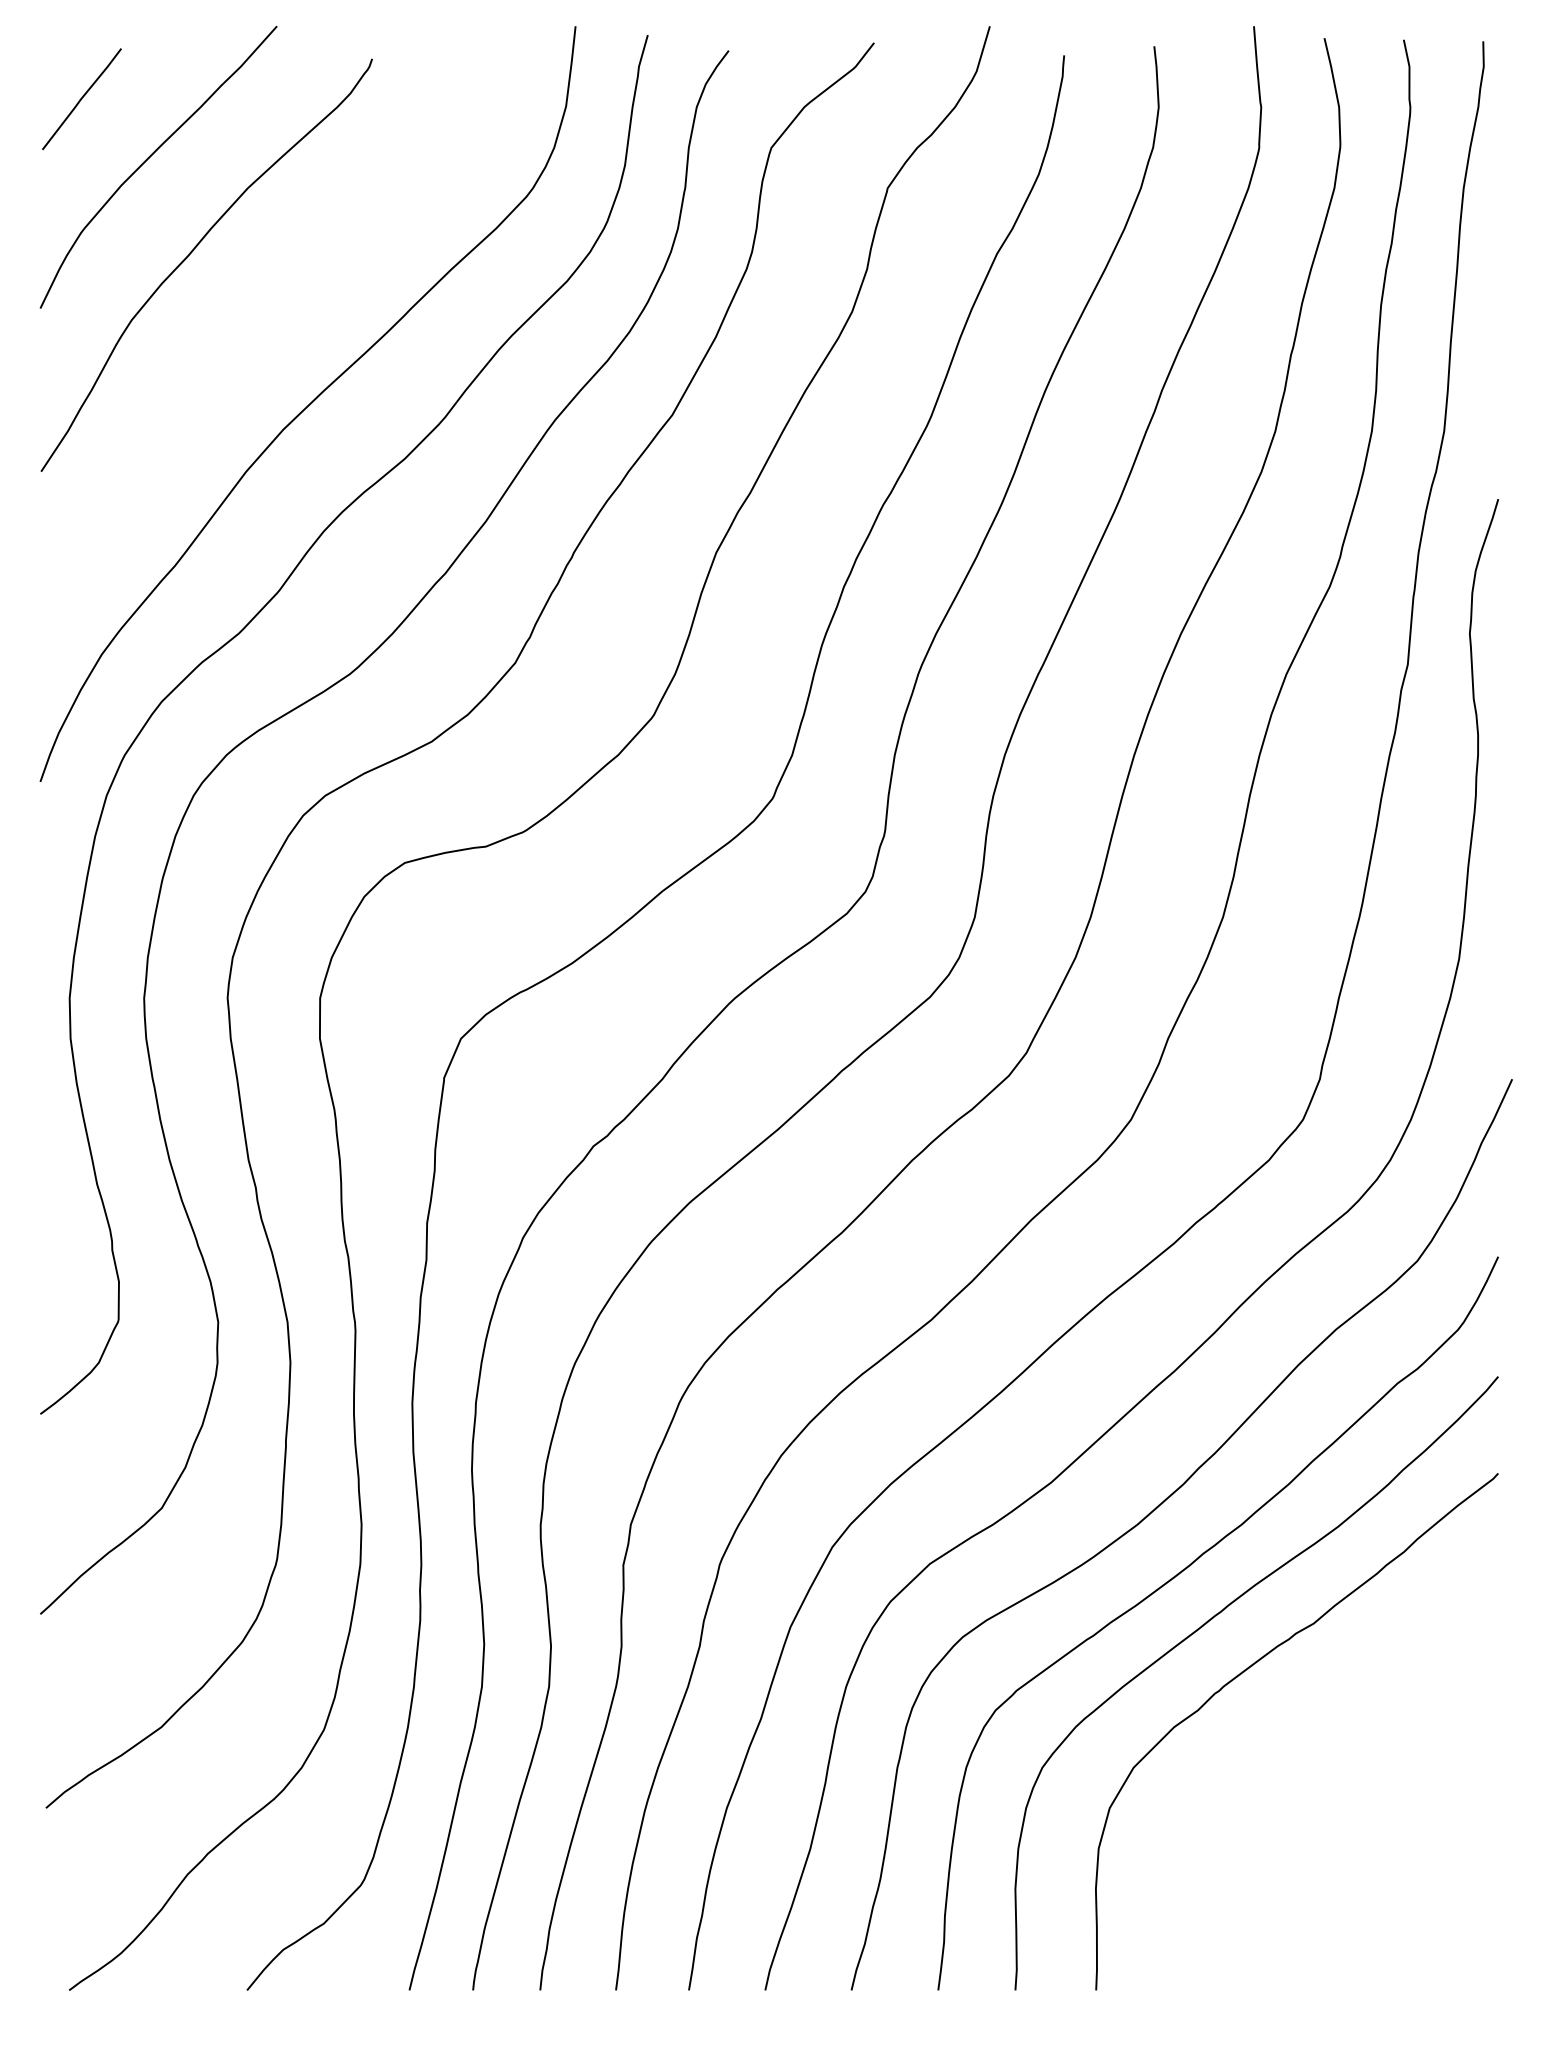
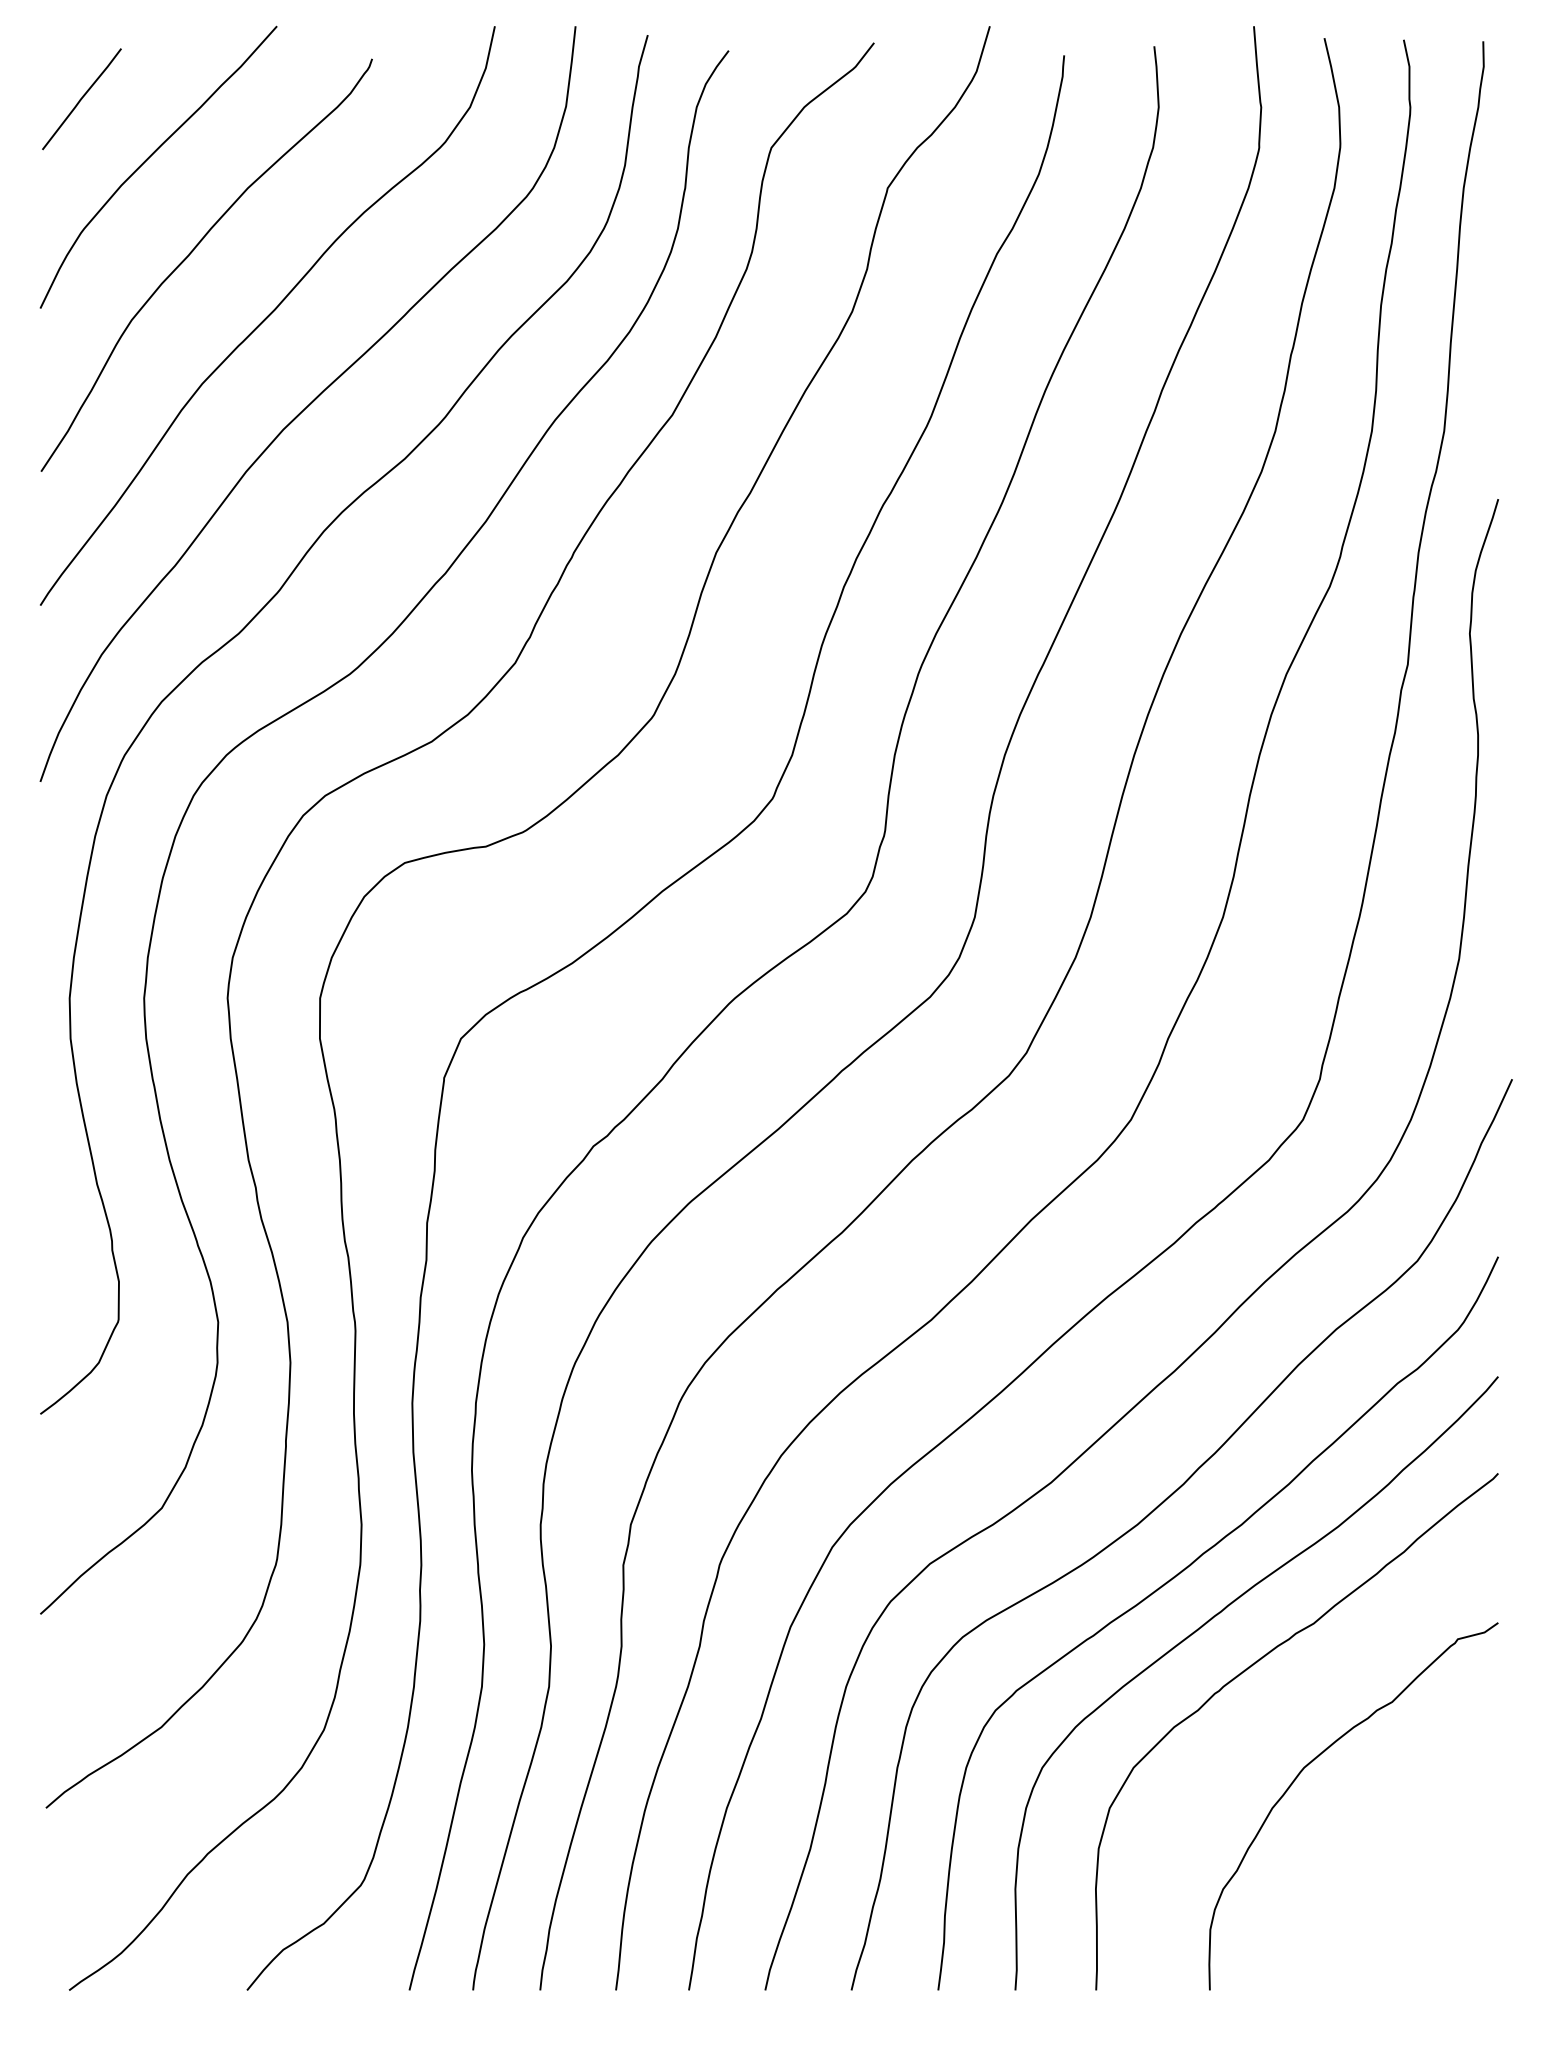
curve at (267, 315): none -> present
curve at (1312, 1762): none -> present
